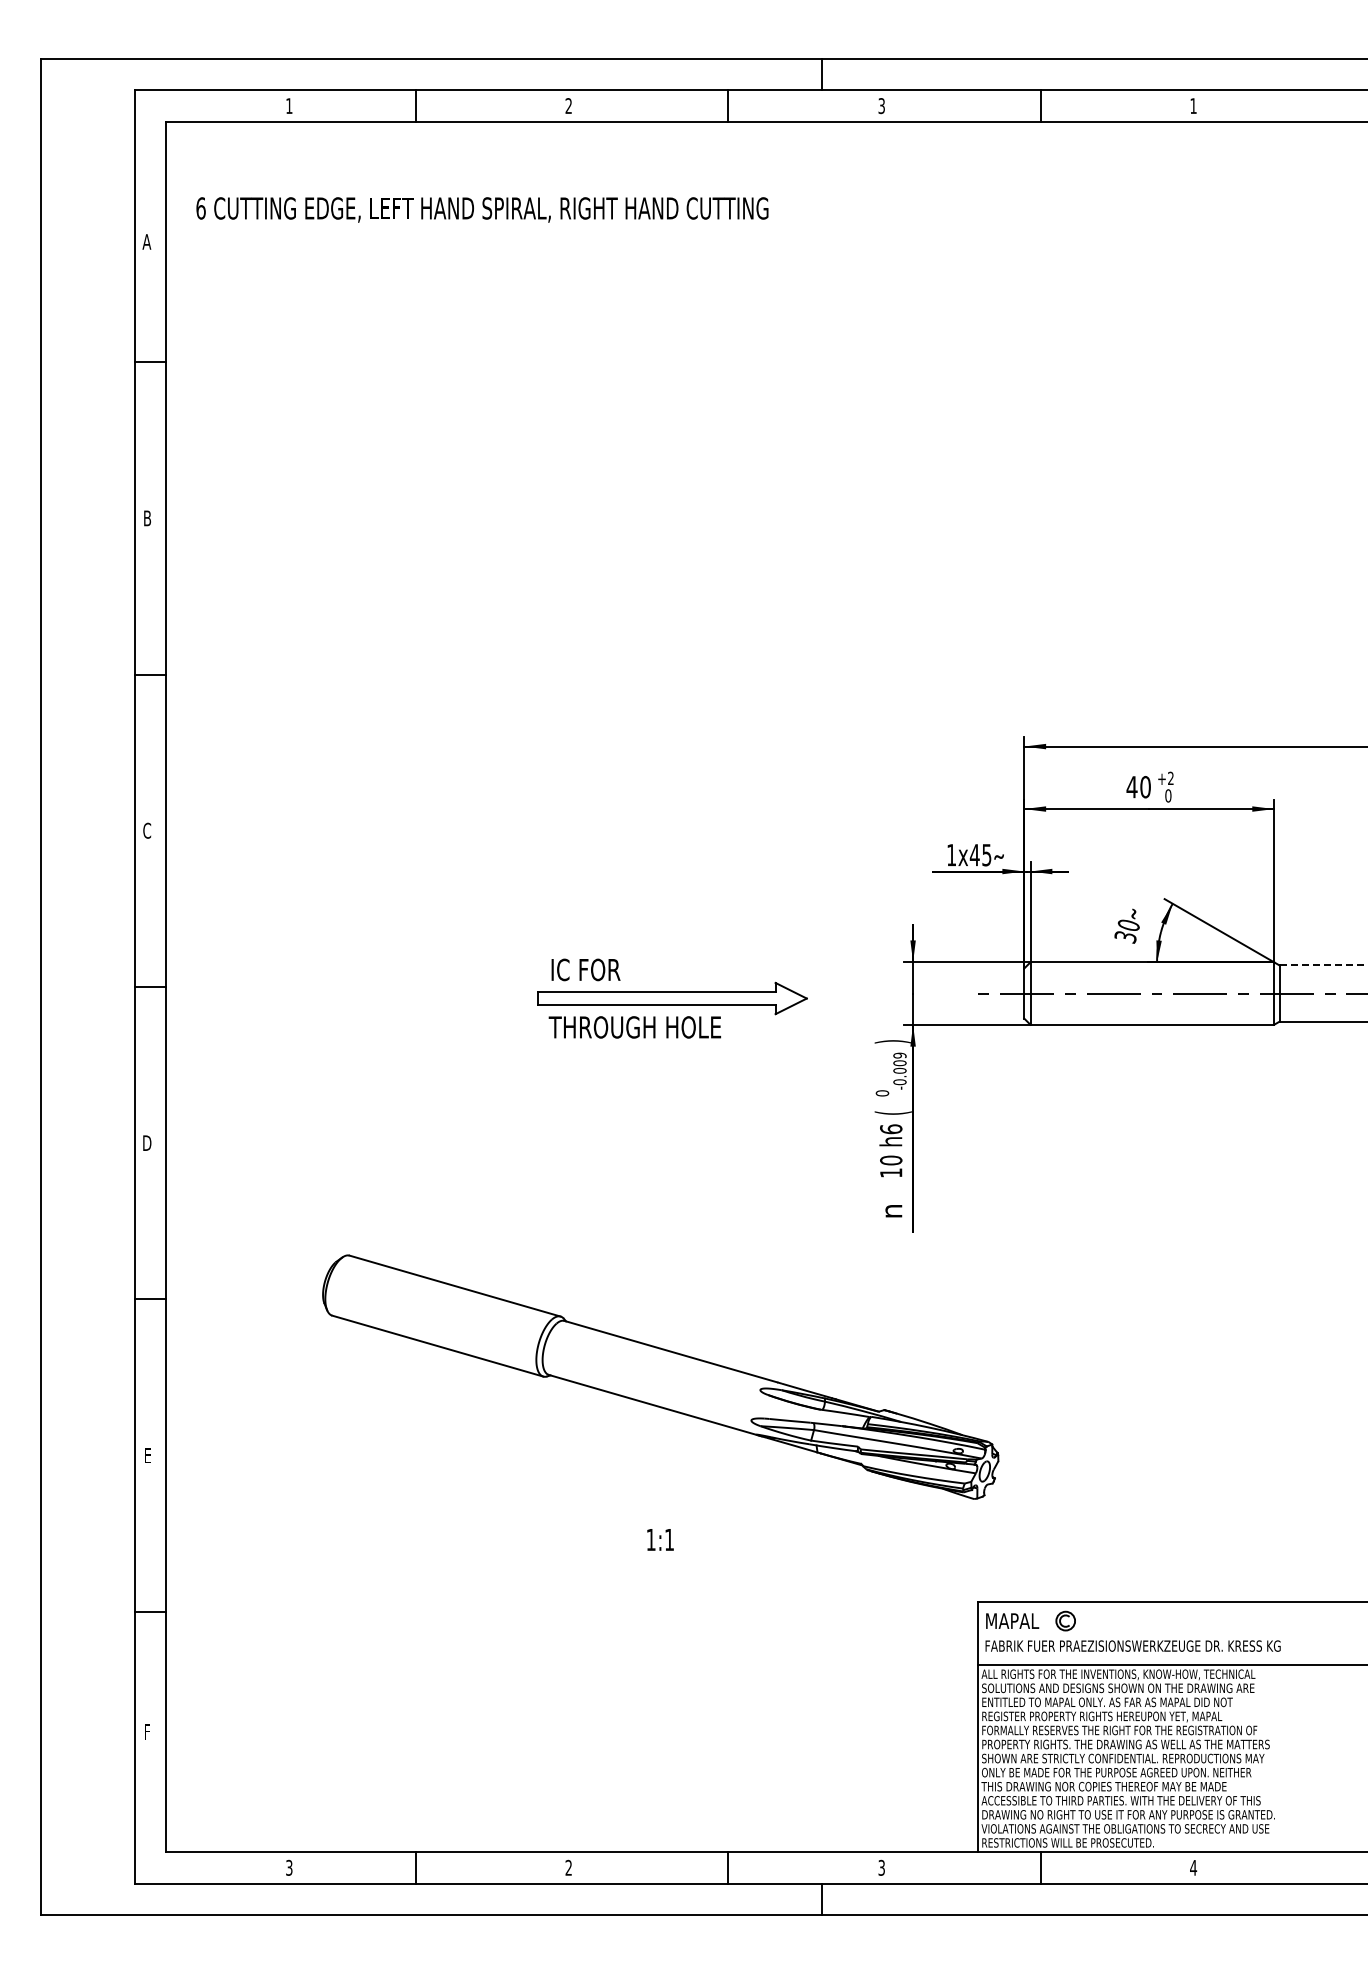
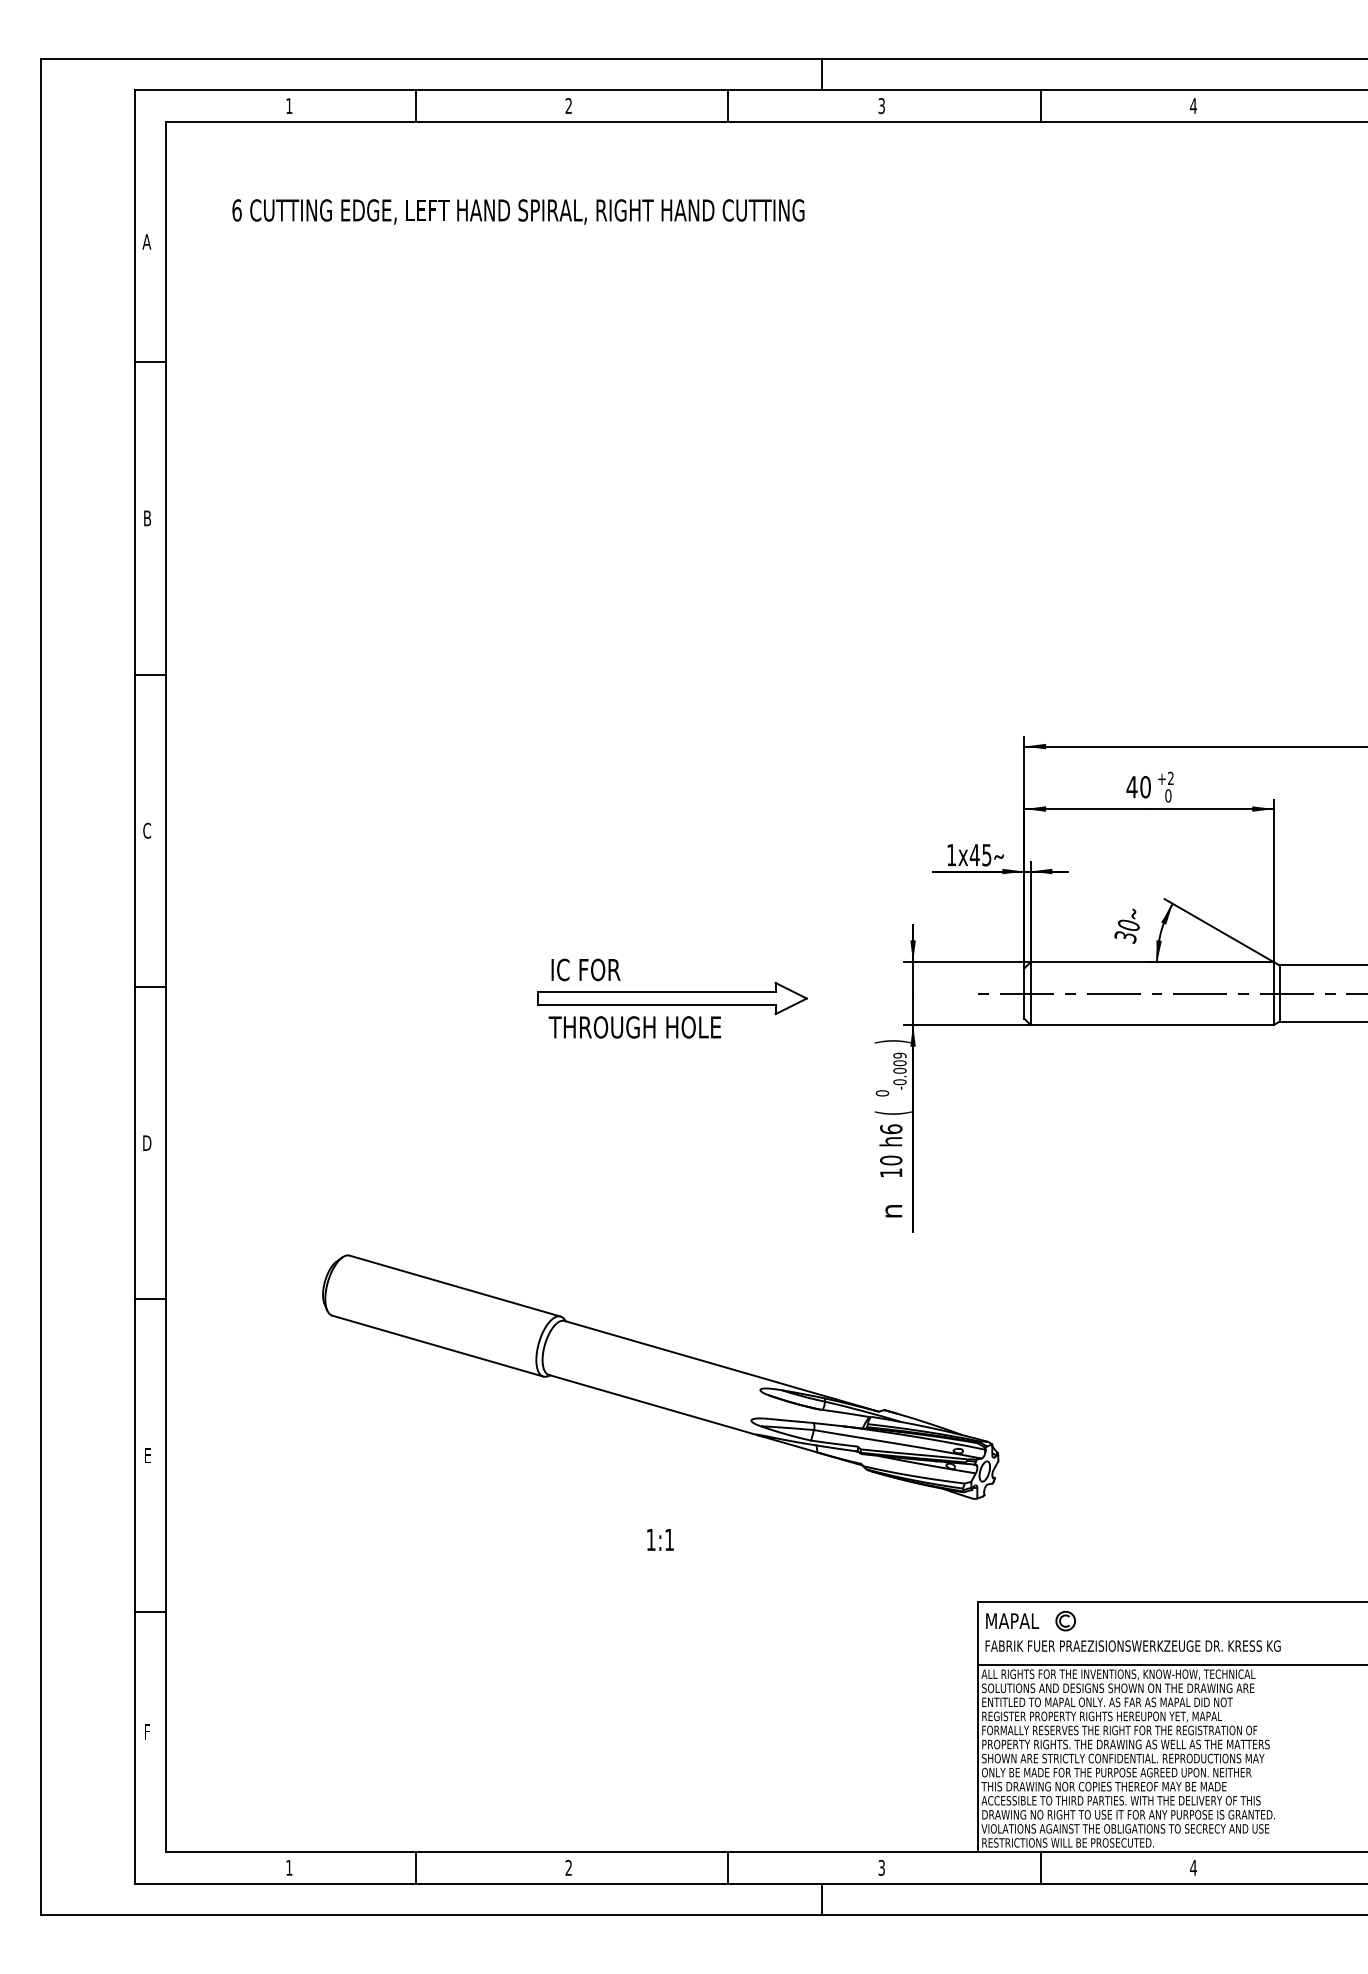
text at (1193, 105): 1 -> 4
text at (482, 209) position: (482, 209) -> (518, 211)
line at (1323, 965): dashed -> solid
text at (289, 1867): 3 -> 1
